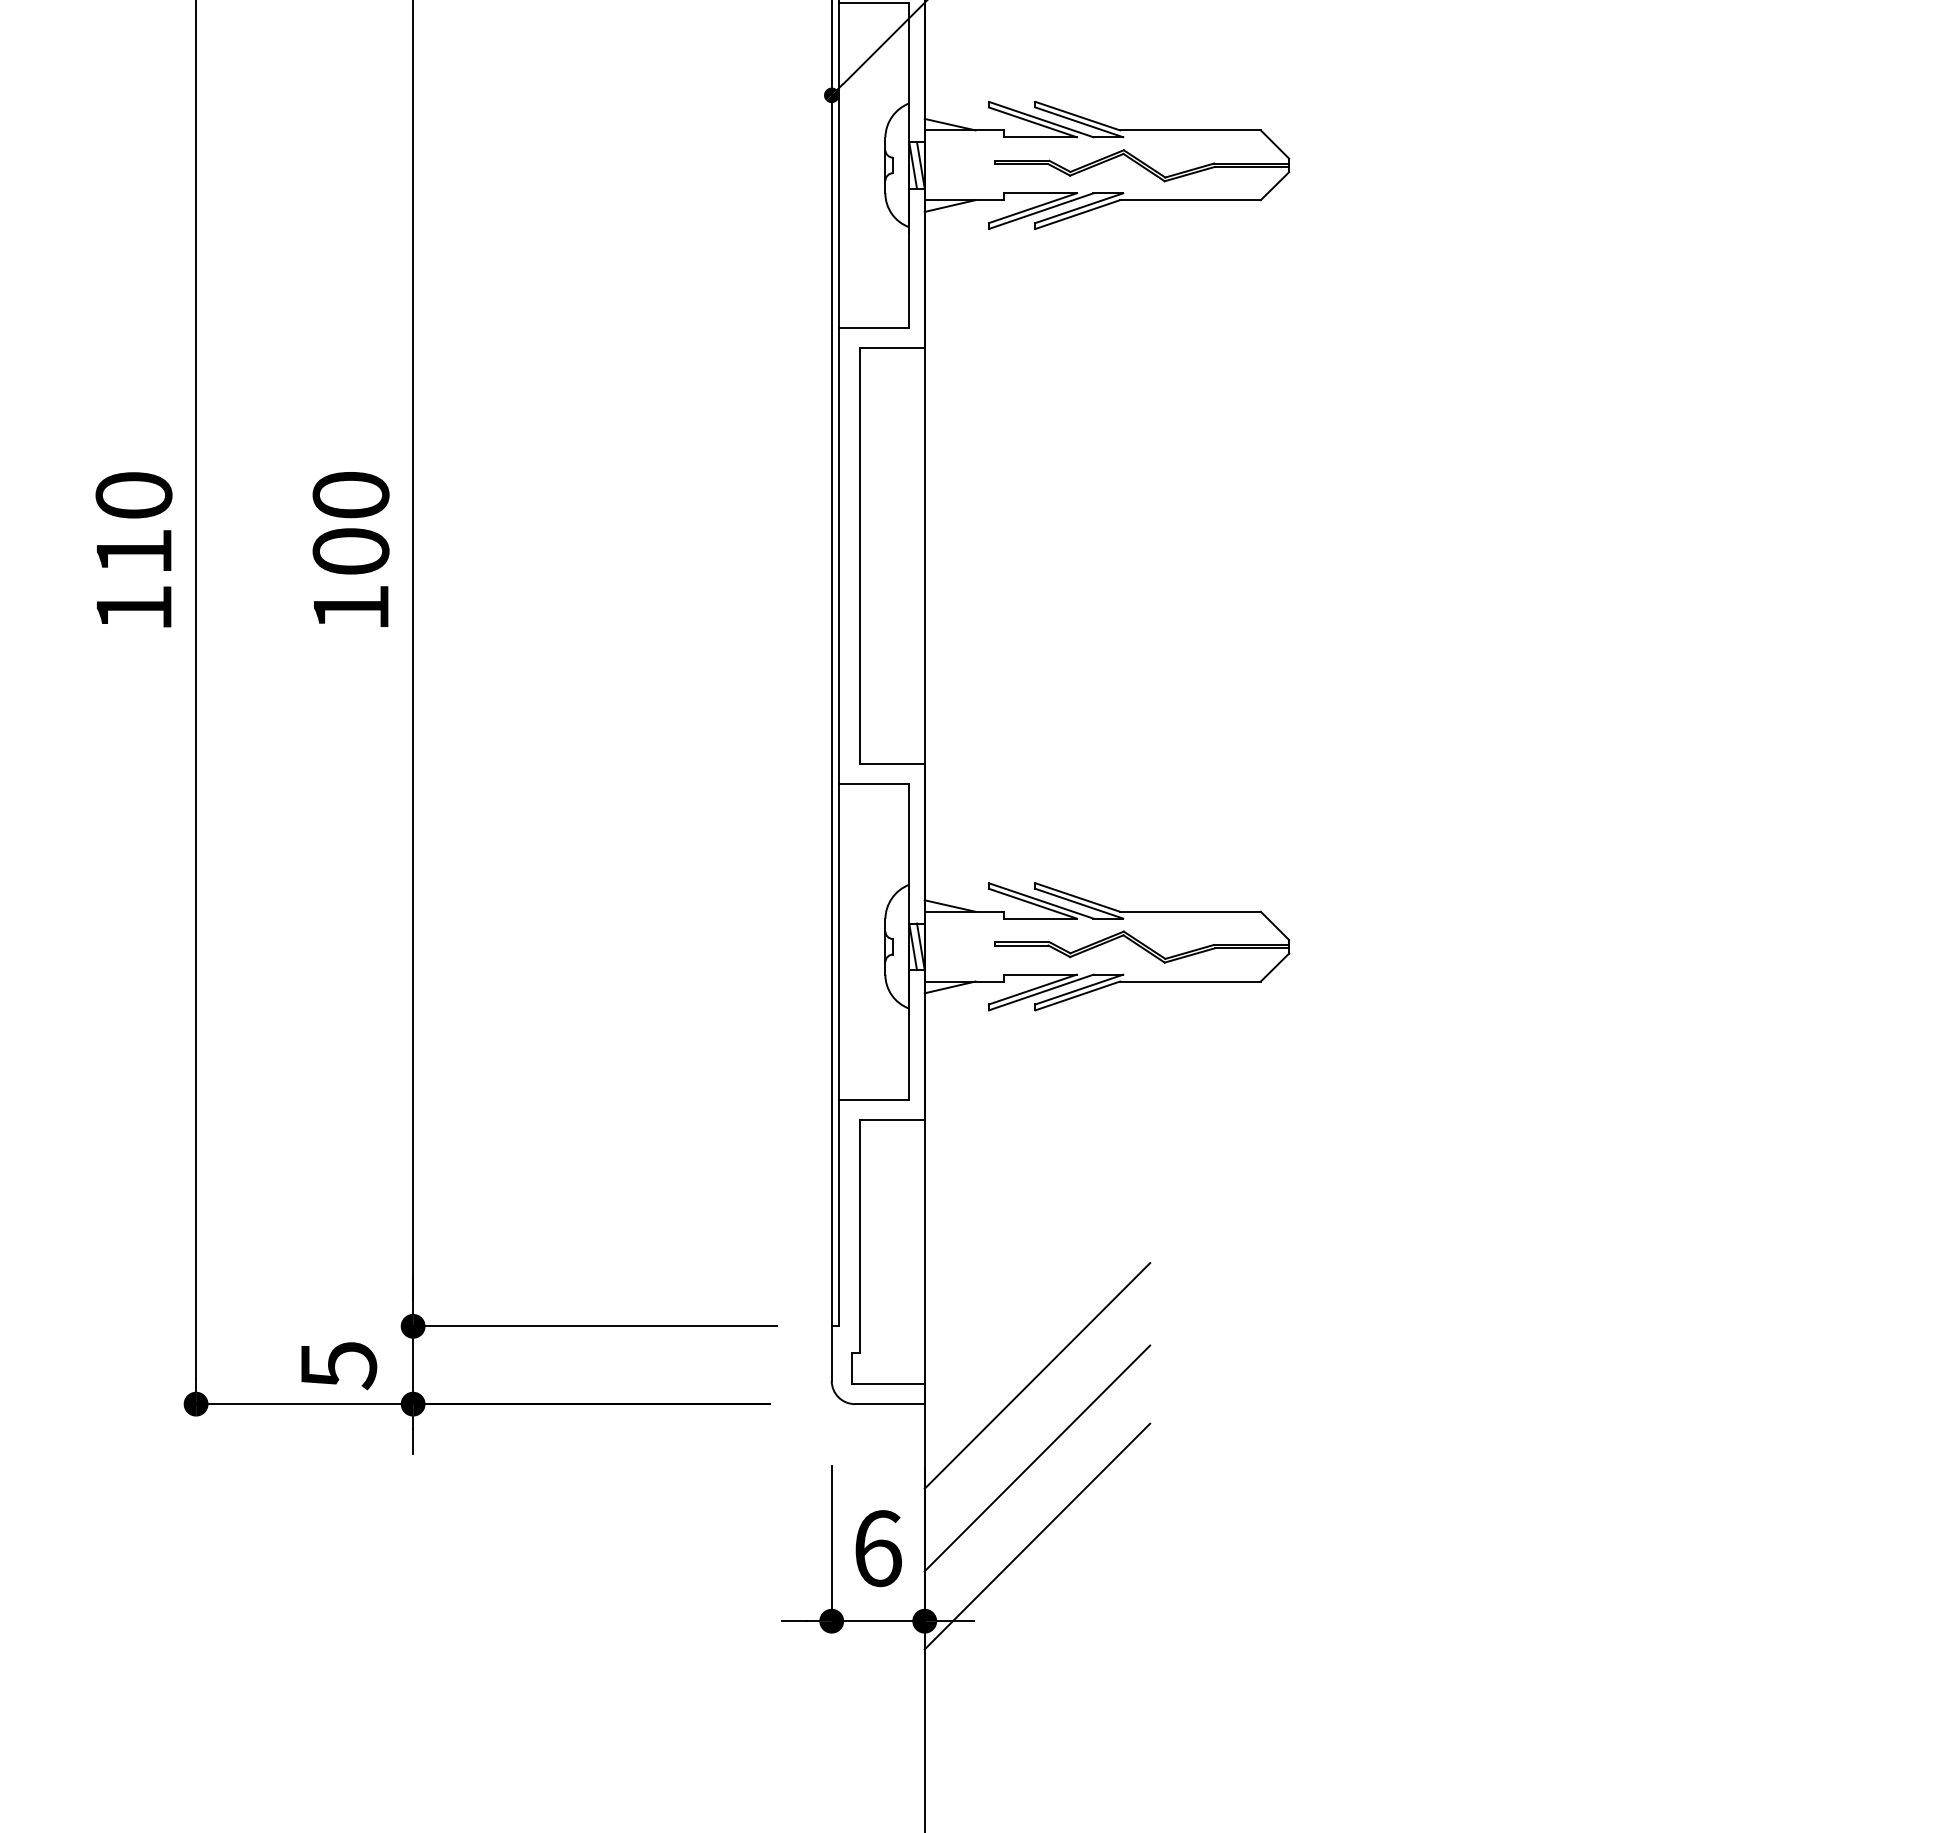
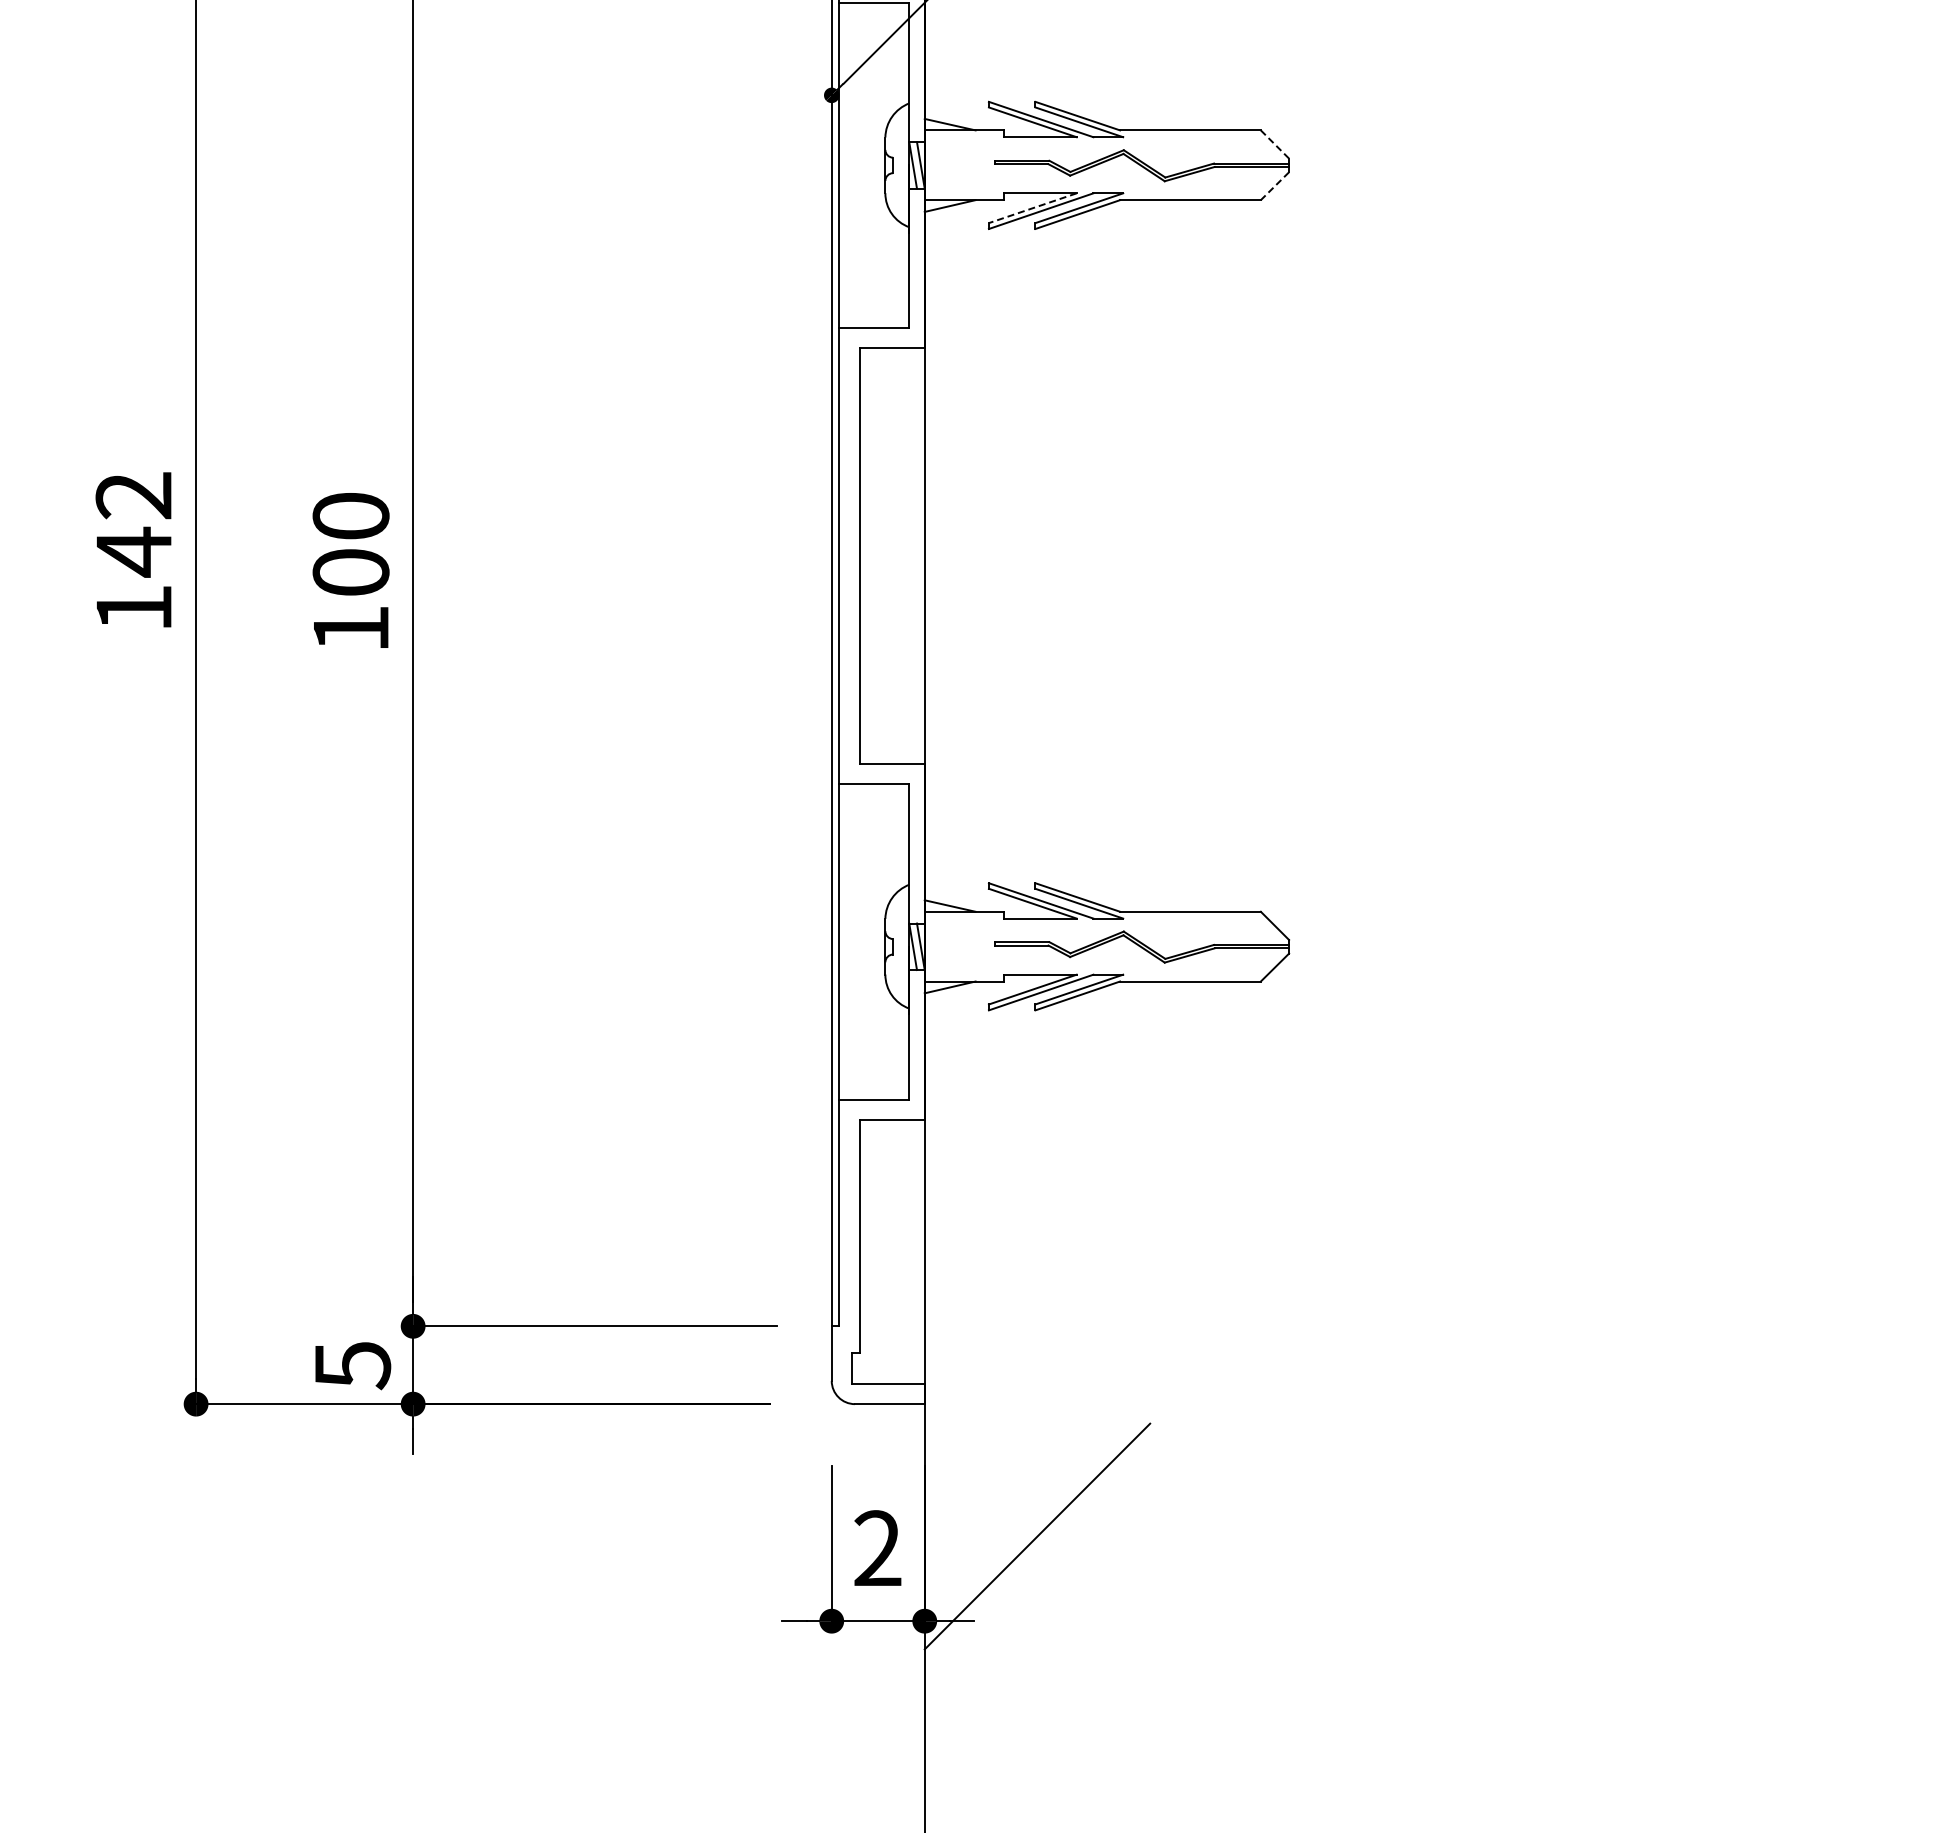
line at (1274, 144): solid -> dashed
line at (1274, 186): solid -> dashed
line at (1032, 208): solid -> dashed
text at (133, 524): 110 -> 142
text at (350, 549) position: (350, 549) -> (350, 570)
text at (339, 1366) position: (339, 1366) -> (353, 1366)
line at (1037, 1375): present -> none
line at (1037, 1458): present -> none
text at (877, 1548): 6 -> 2
